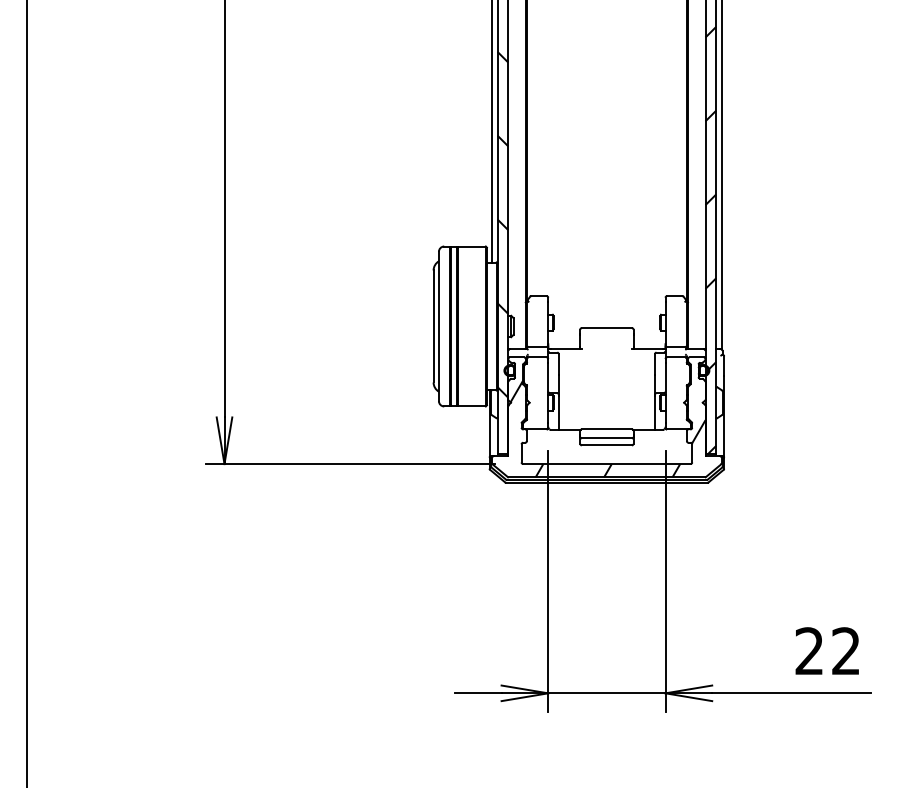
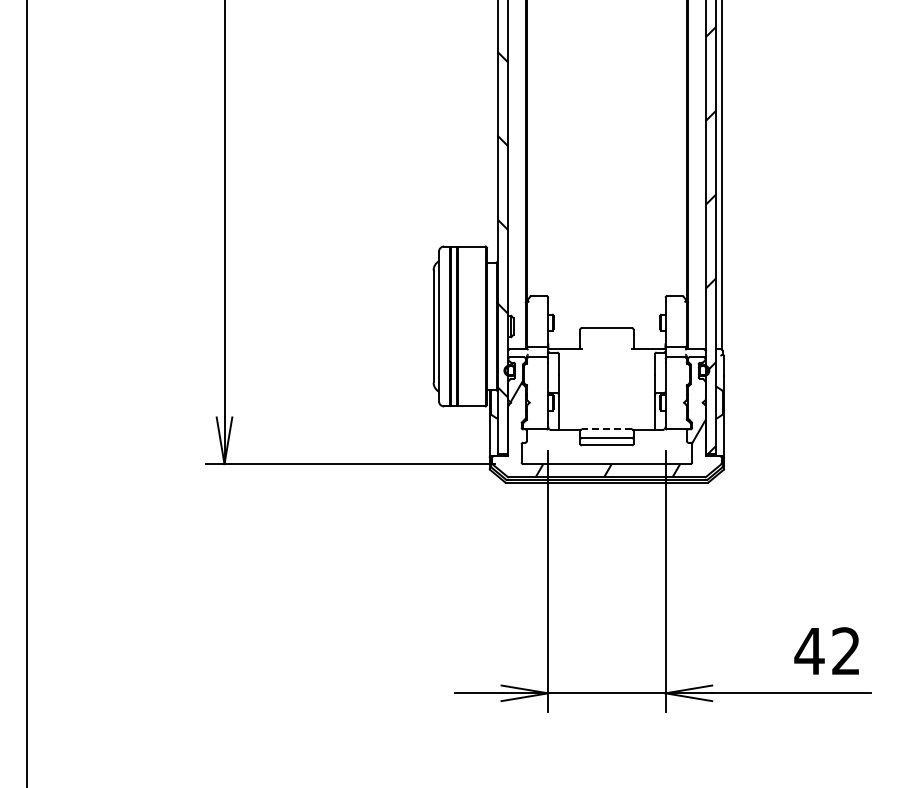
line at (492, 132): present -> none
line at (606, 429): solid -> dashed
text at (809, 650): 22 -> 42
